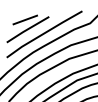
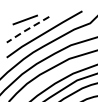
line at (27, 29): solid -> dashed
